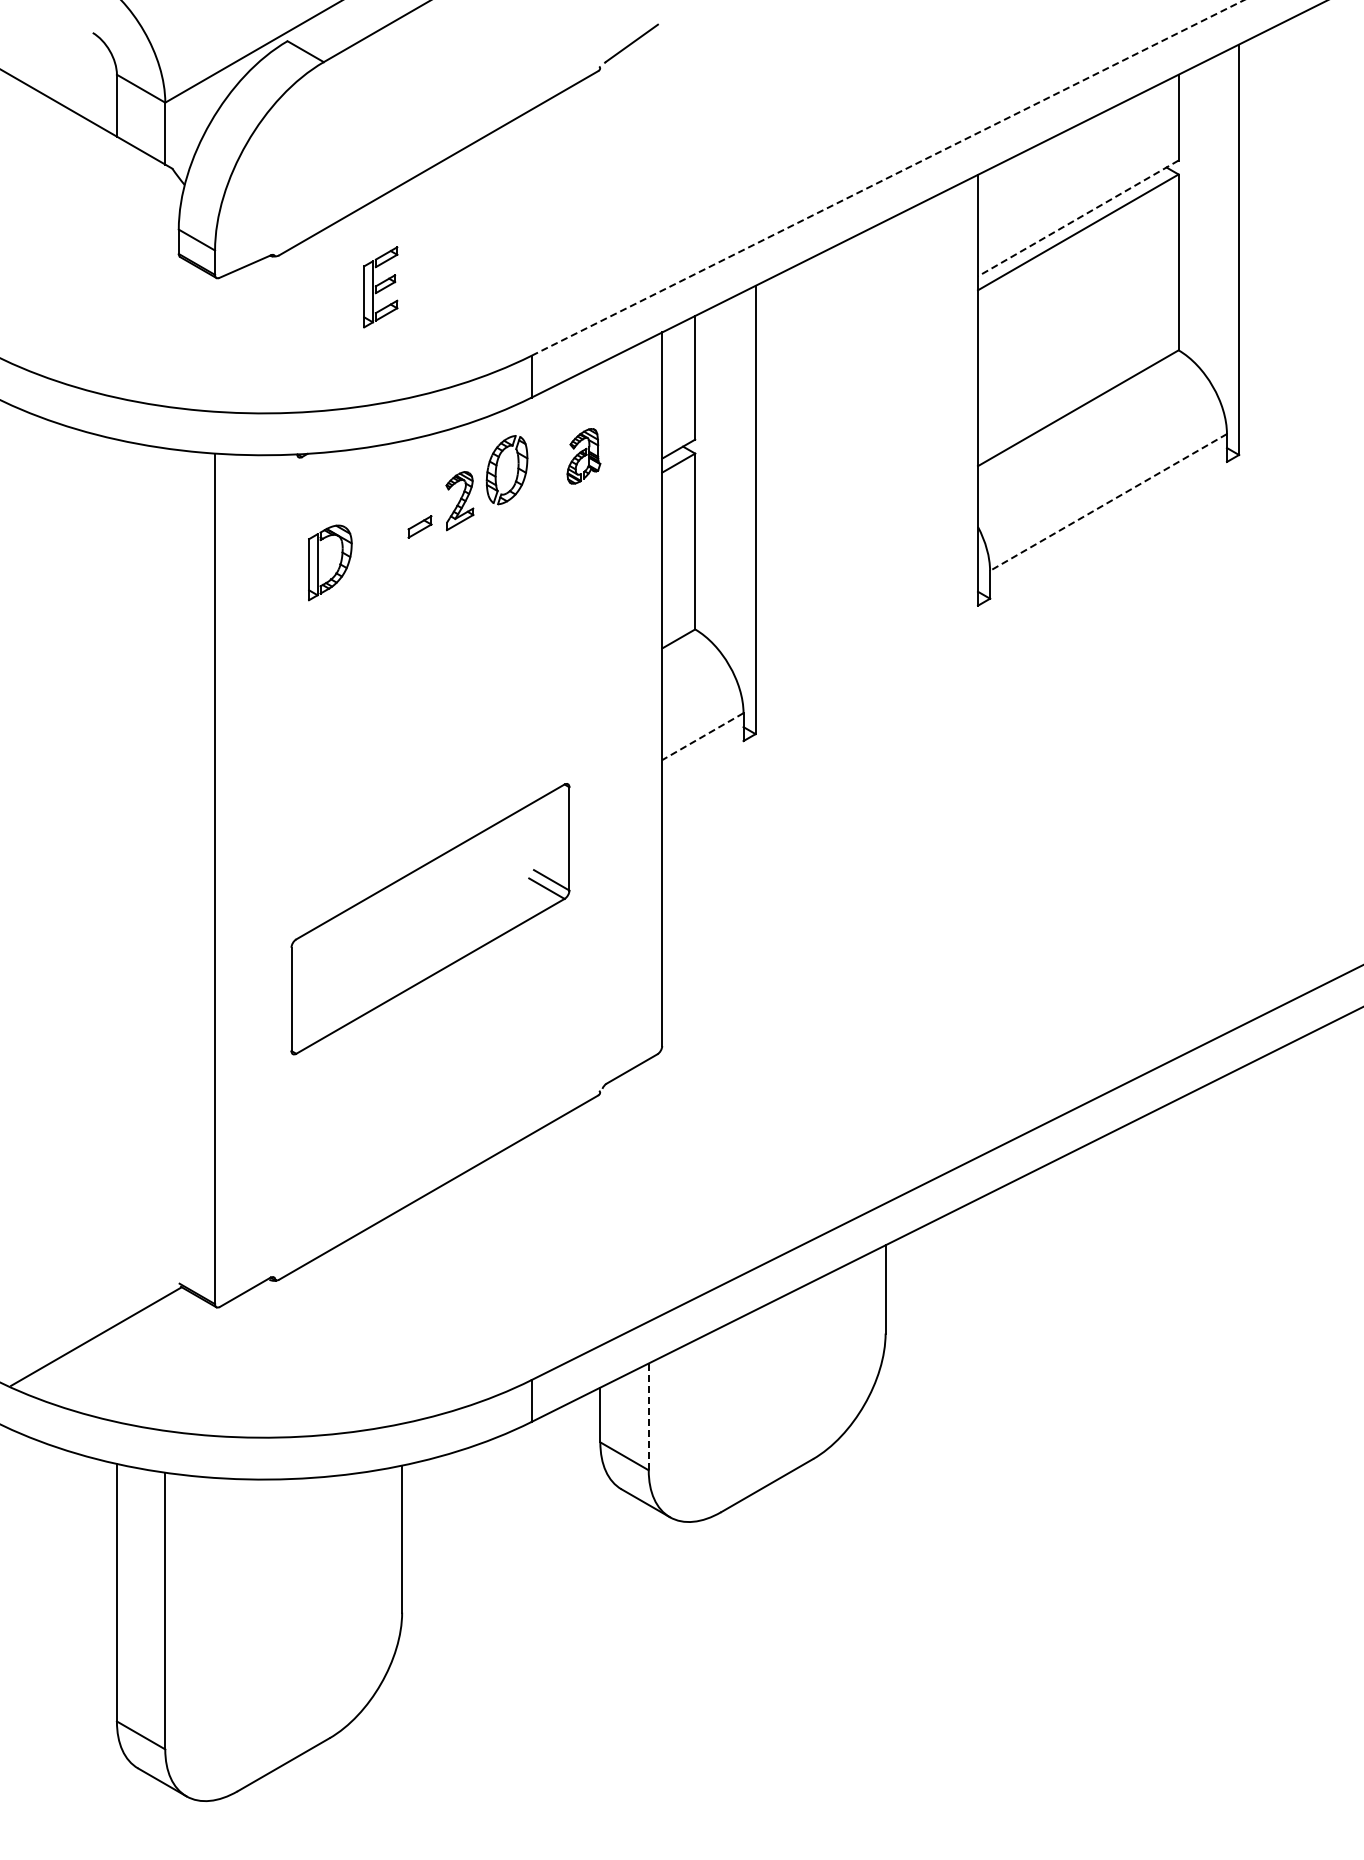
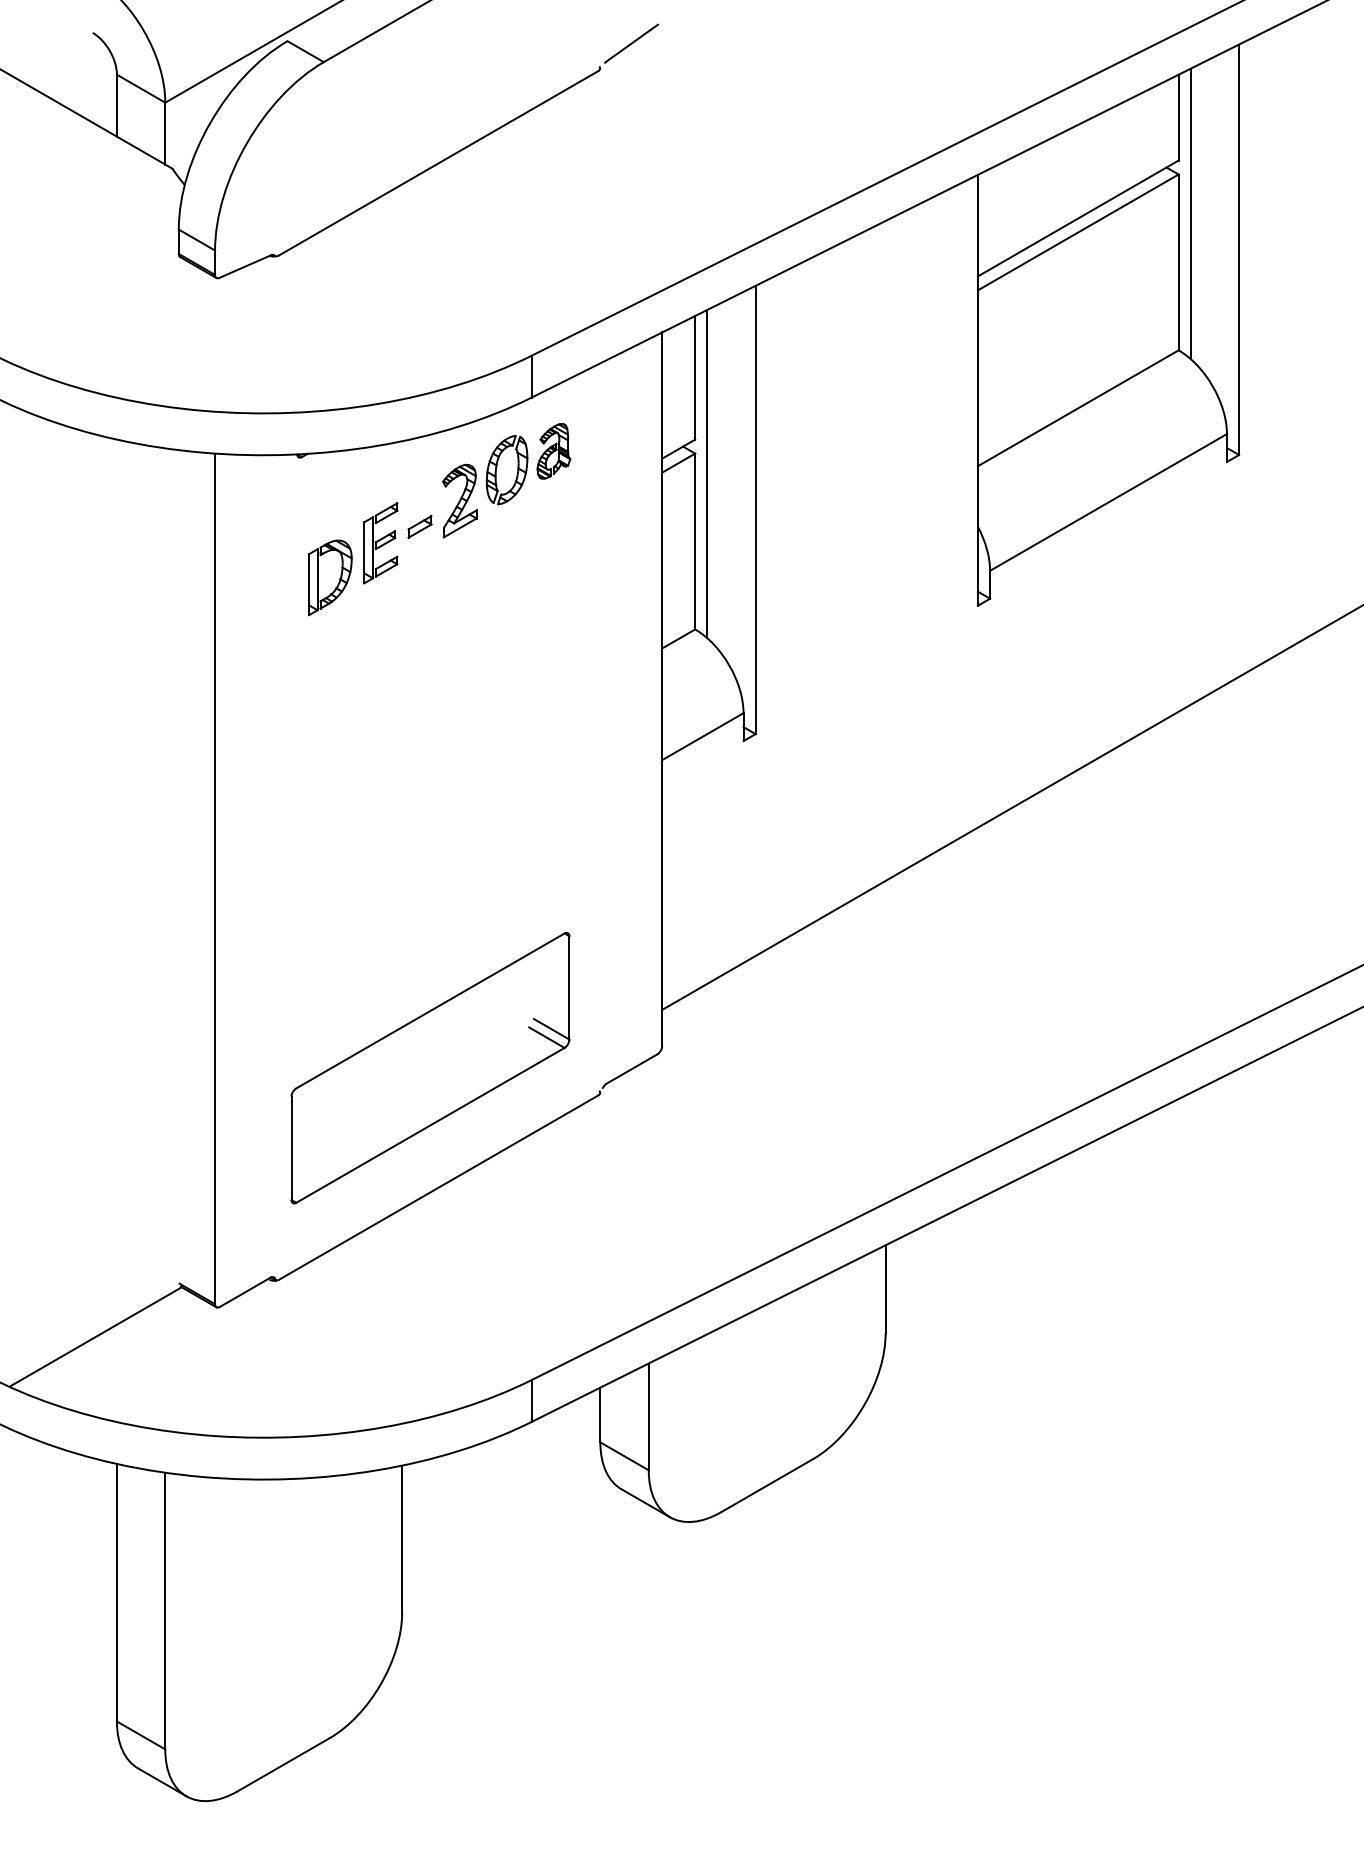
line at (887, 178): dashed -> solid
line at (1190, 213): none -> present
line at (1078, 218): dashed -> solid
part at (380, 287) position: (380, 287) -> (380, 543)
part at (583, 456) position: (583, 456) -> (553, 451)
line at (707, 473): none -> present
part at (459, 501) size: 30x61 px -> 36x76 px
line at (1108, 502): dashed -> solid
part at (330, 562) position: (330, 562) -> (330, 577)
line at (702, 736): dashed -> solid
line at (1011, 807): none -> present
part at (430, 919) position: (430, 919) -> (430, 1068)
line at (648, 1416): dashed -> solid
